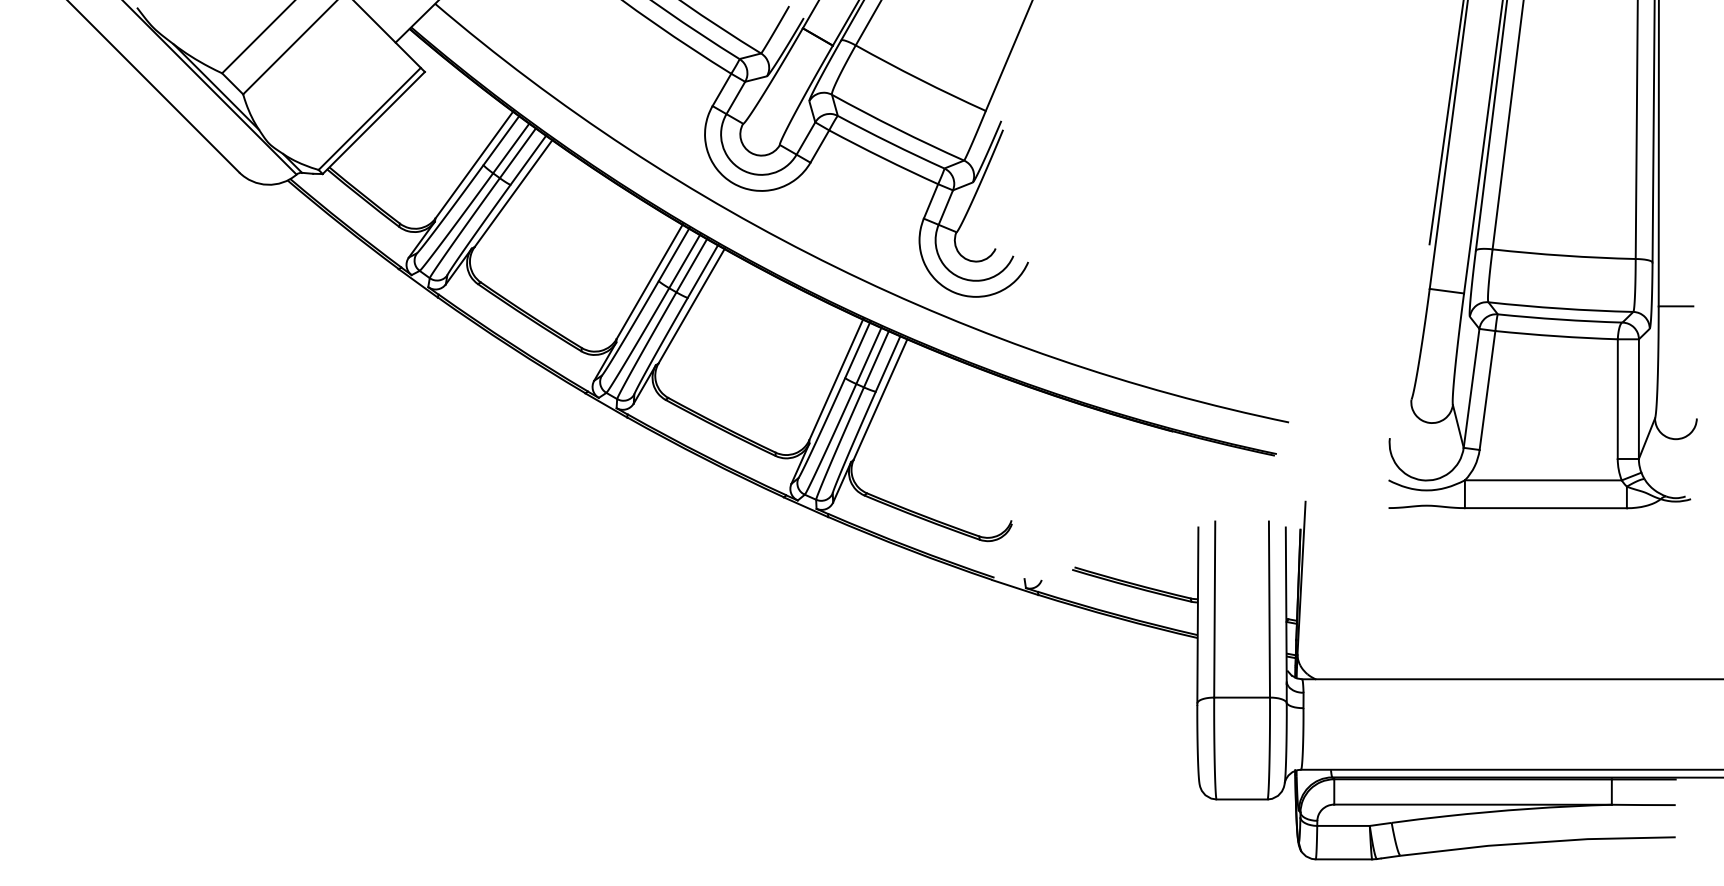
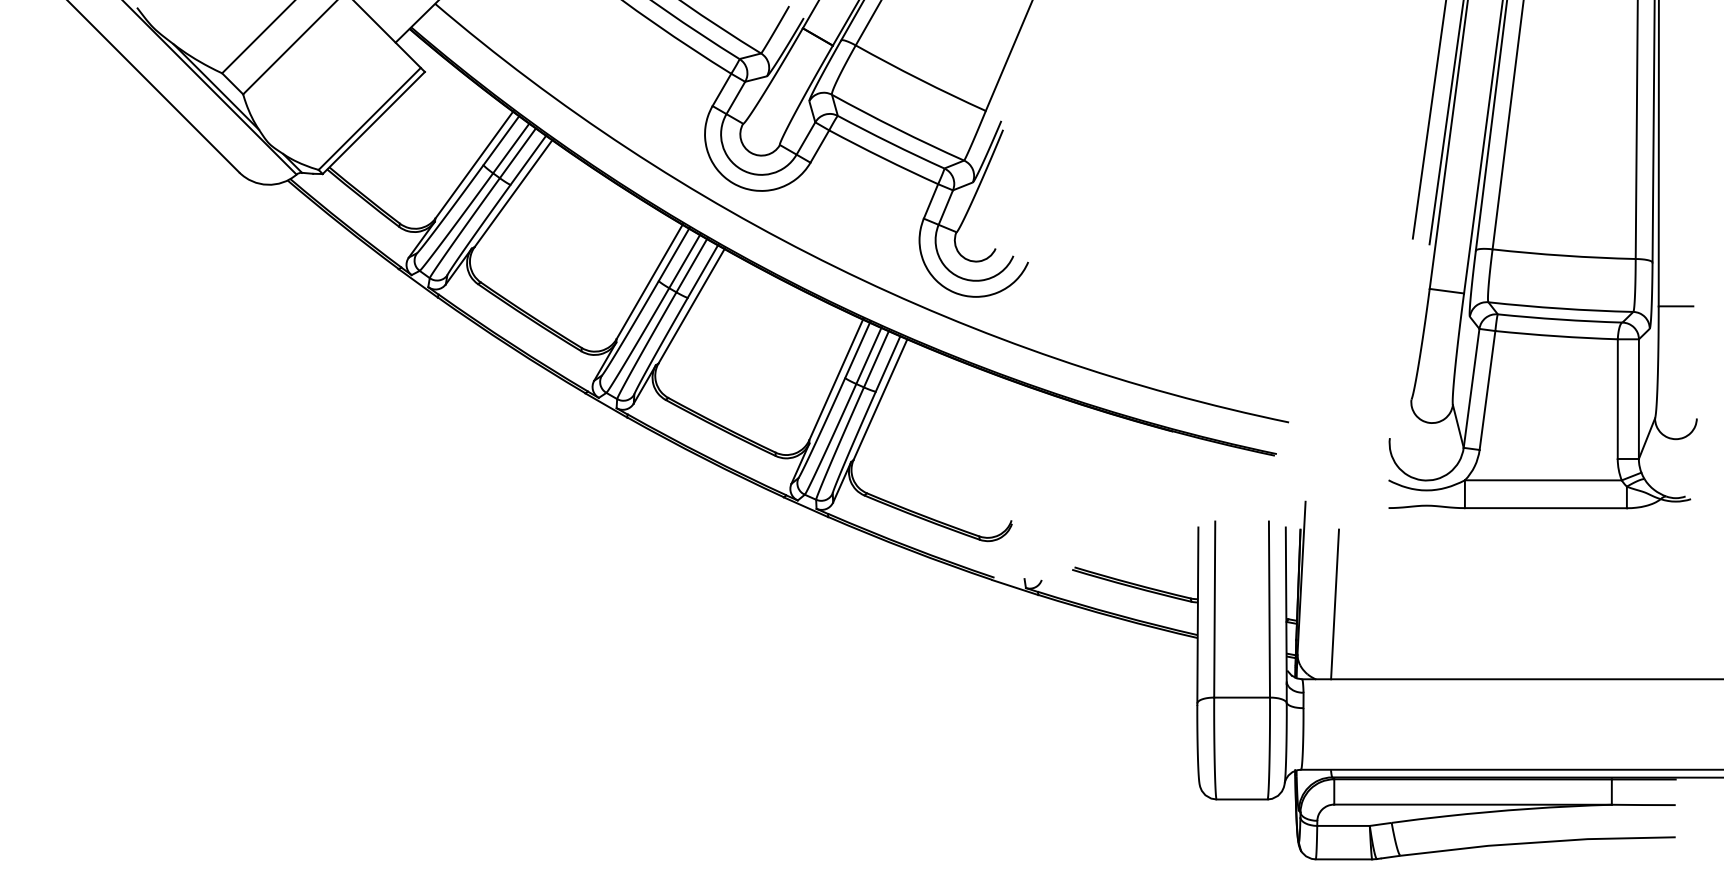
line at (1428, 120): none -> present
line at (1335, 604): none -> present
